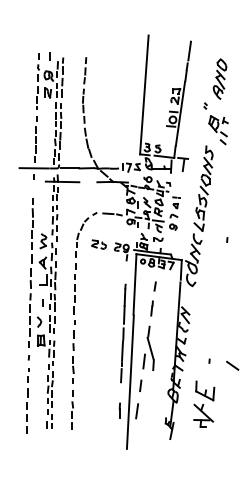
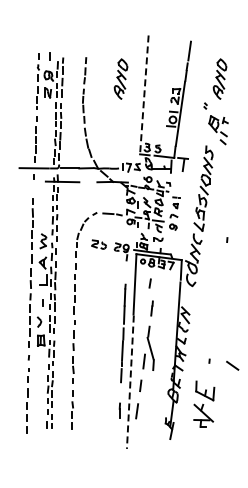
part at (120, 78): none -> present
line at (144, 94): solid -> dashed
line at (154, 286) position: (154, 286) -> (149, 283)
line at (130, 382): solid -> dashed
